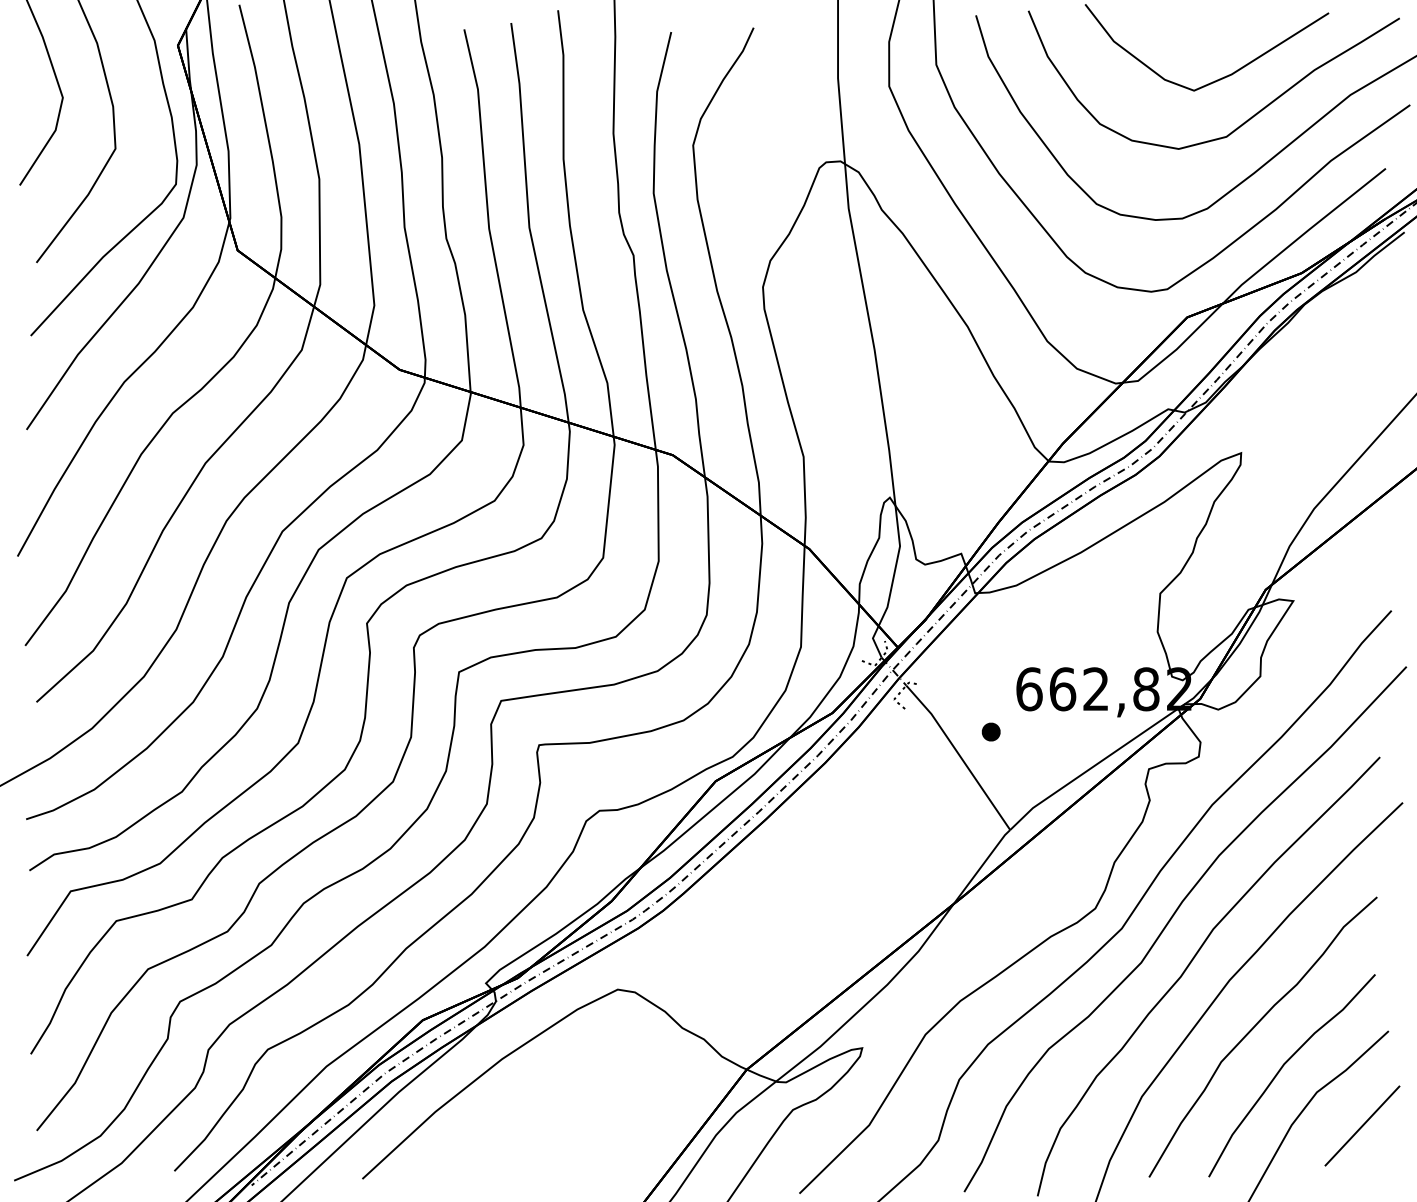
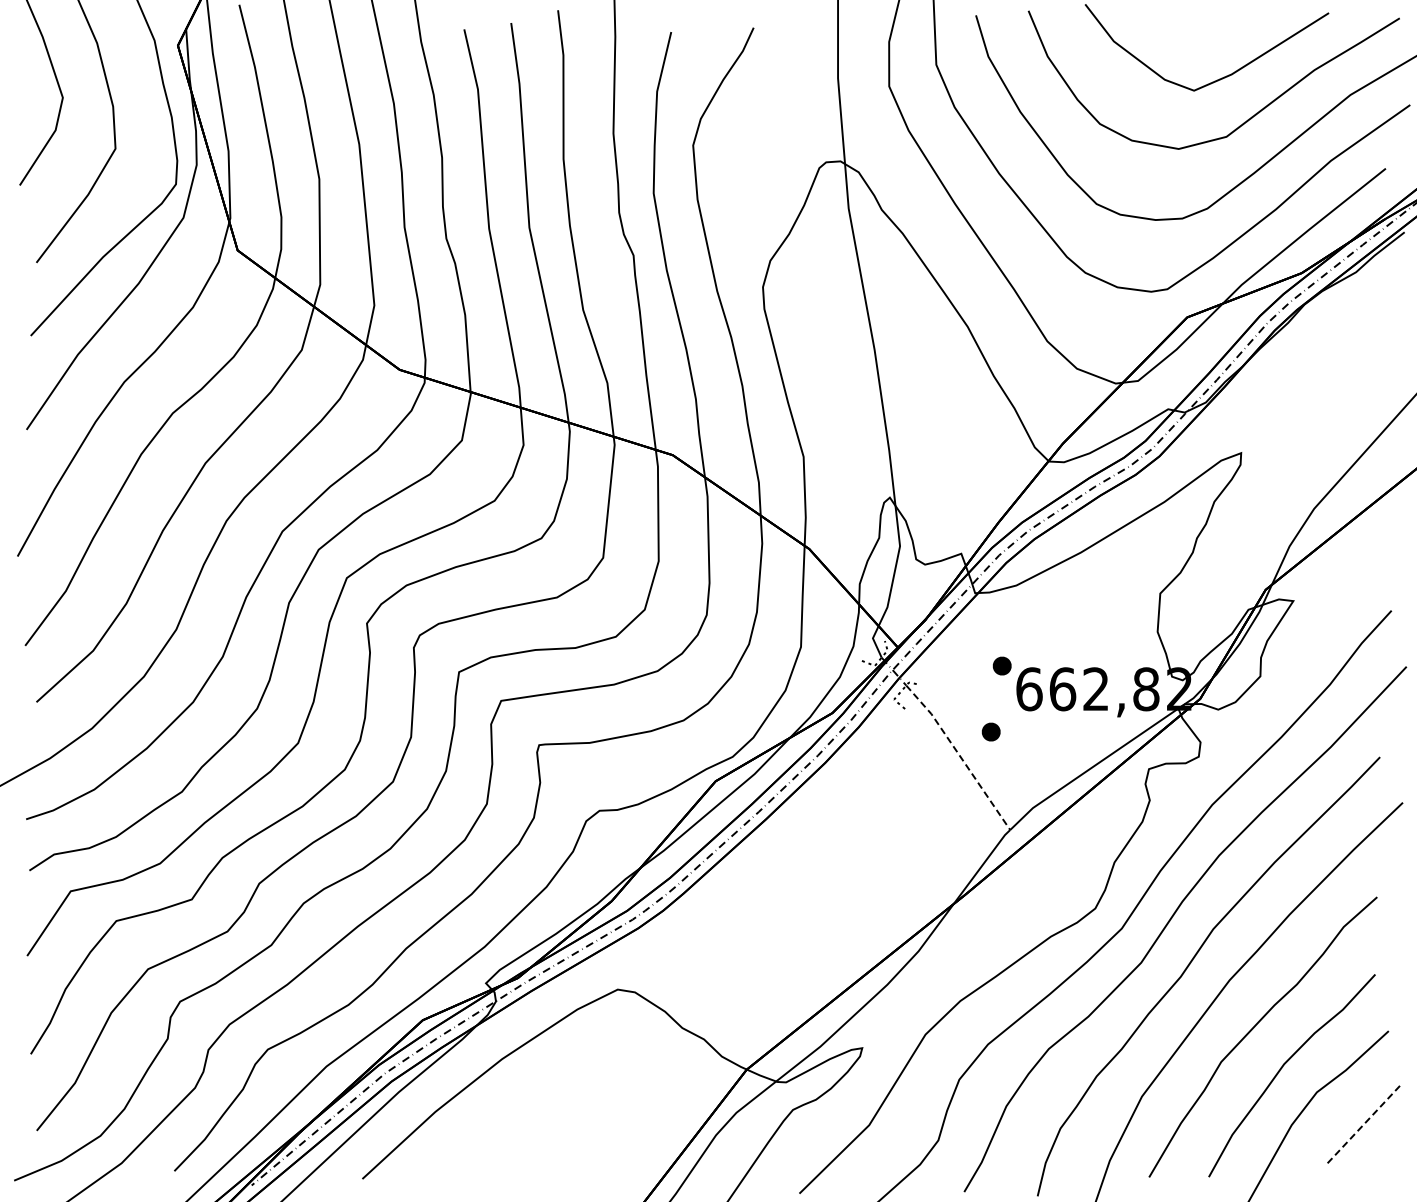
part at (1001, 665): none -> present
line at (959, 755): solid -> dashed
line at (1362, 1126): solid -> dashed
